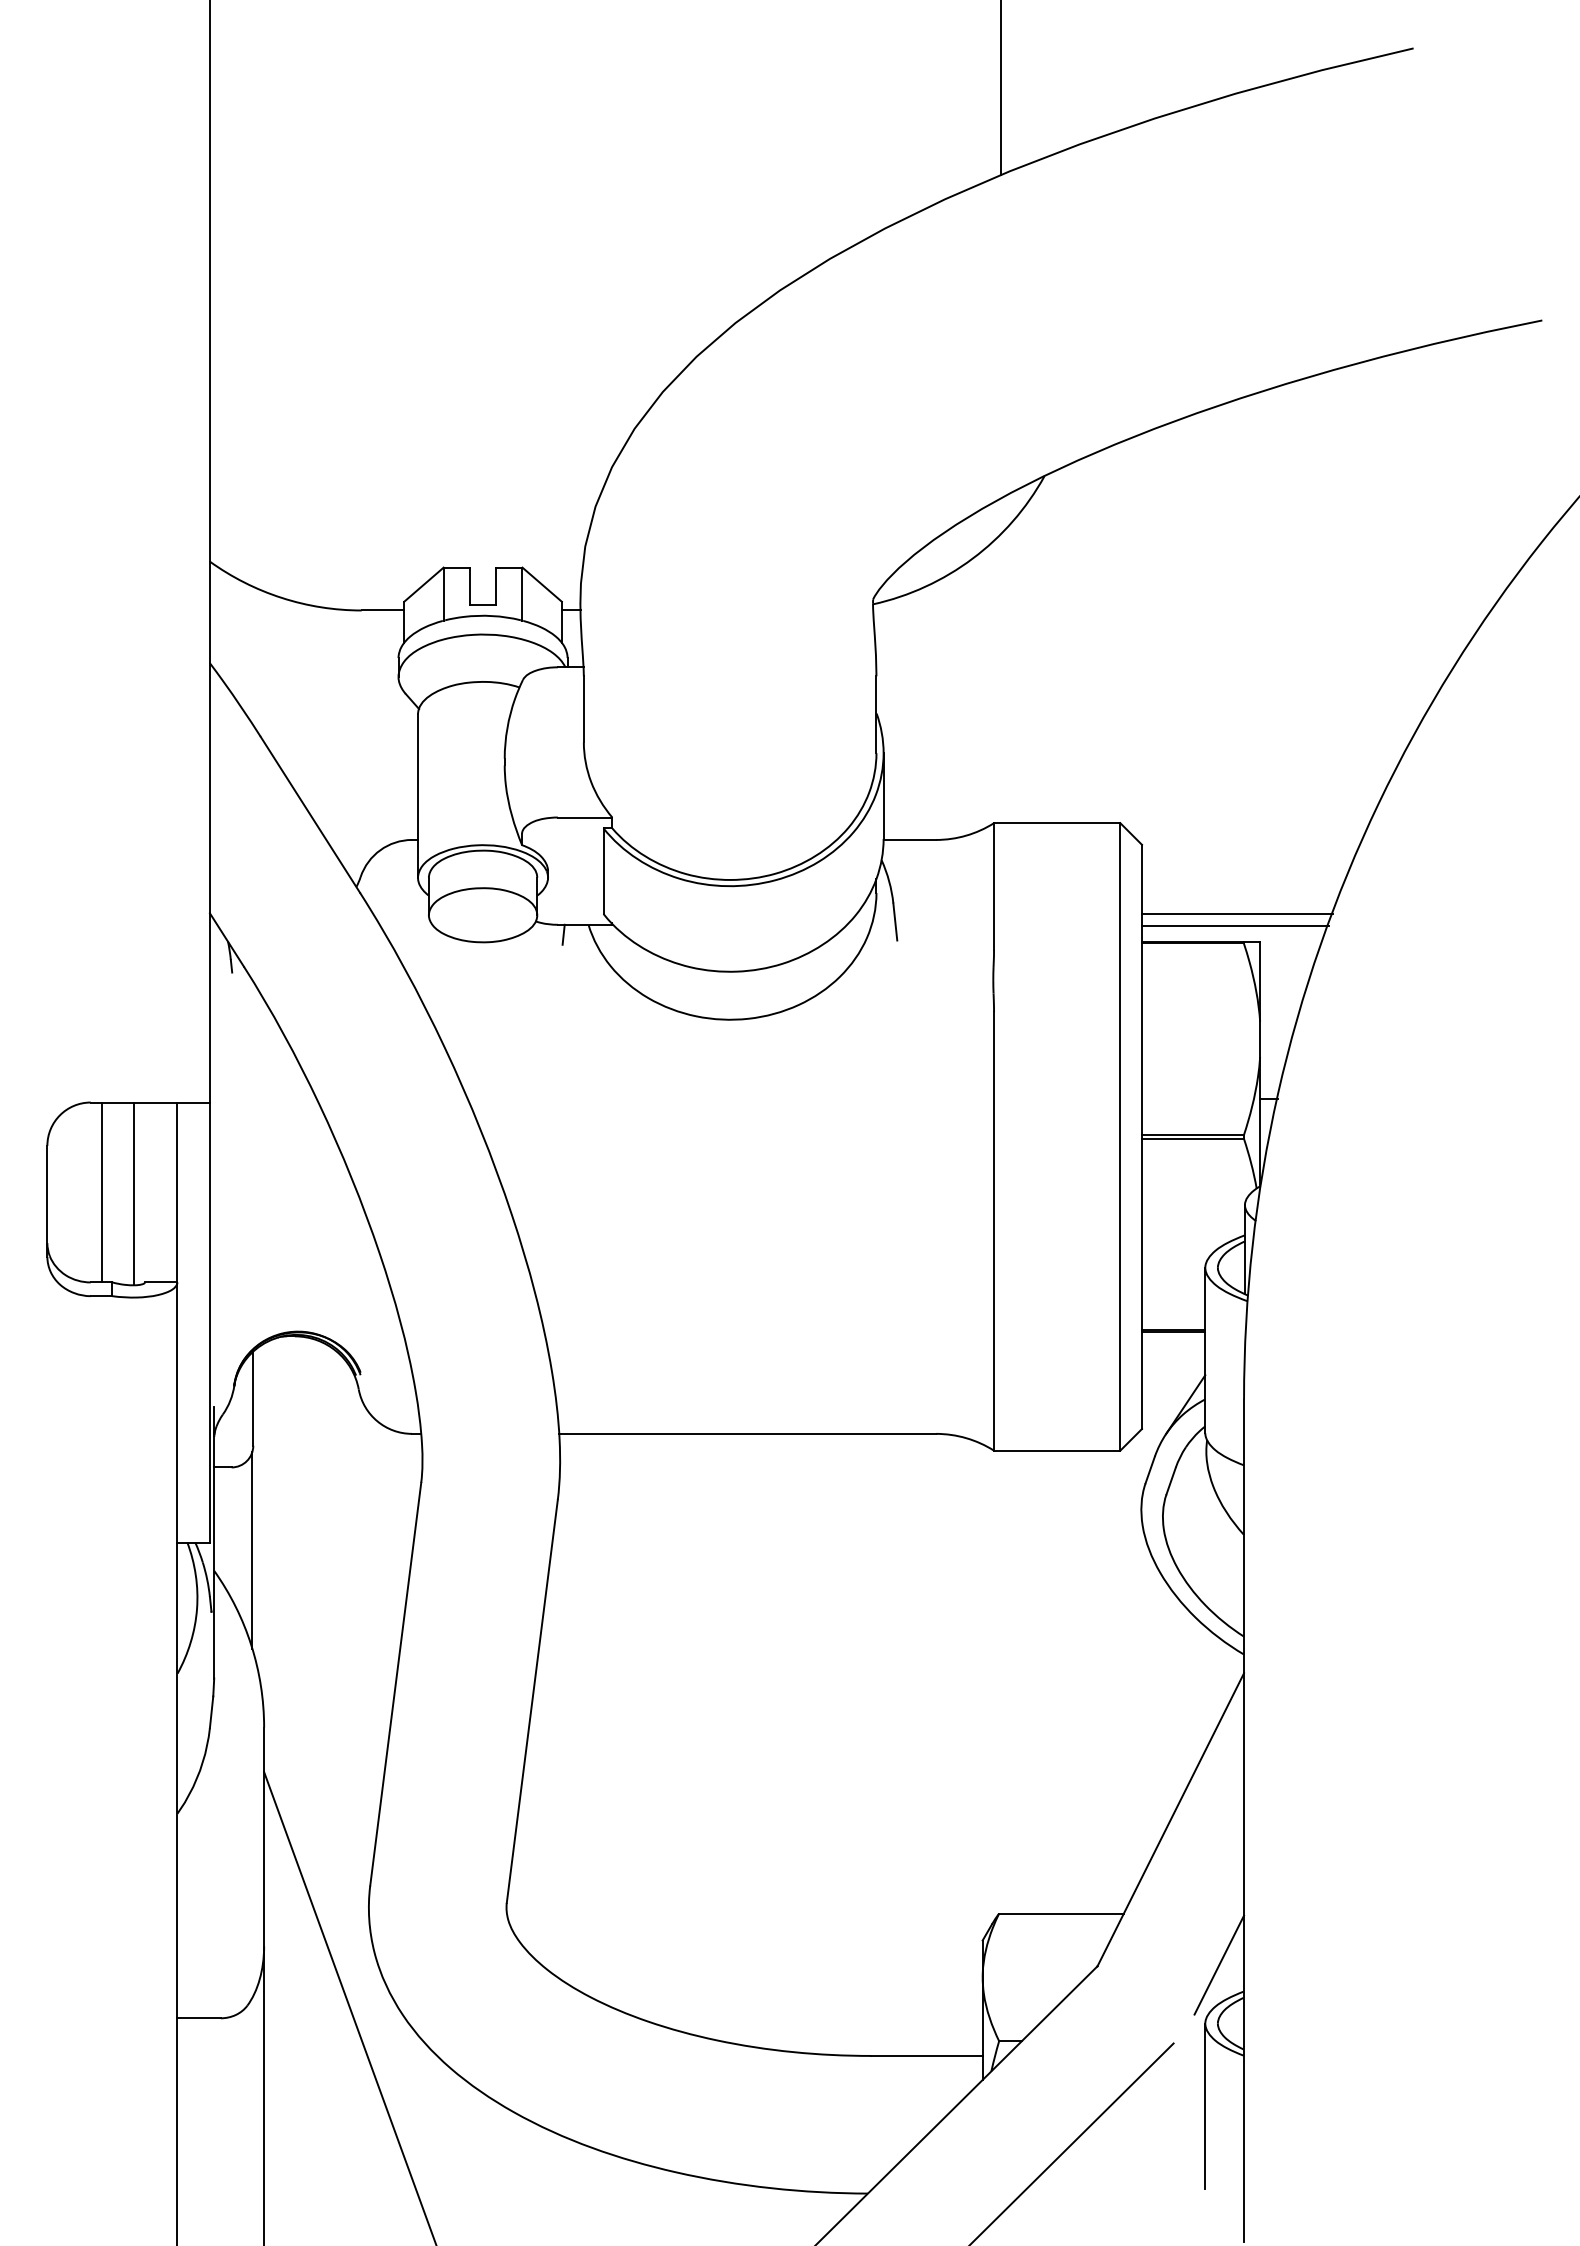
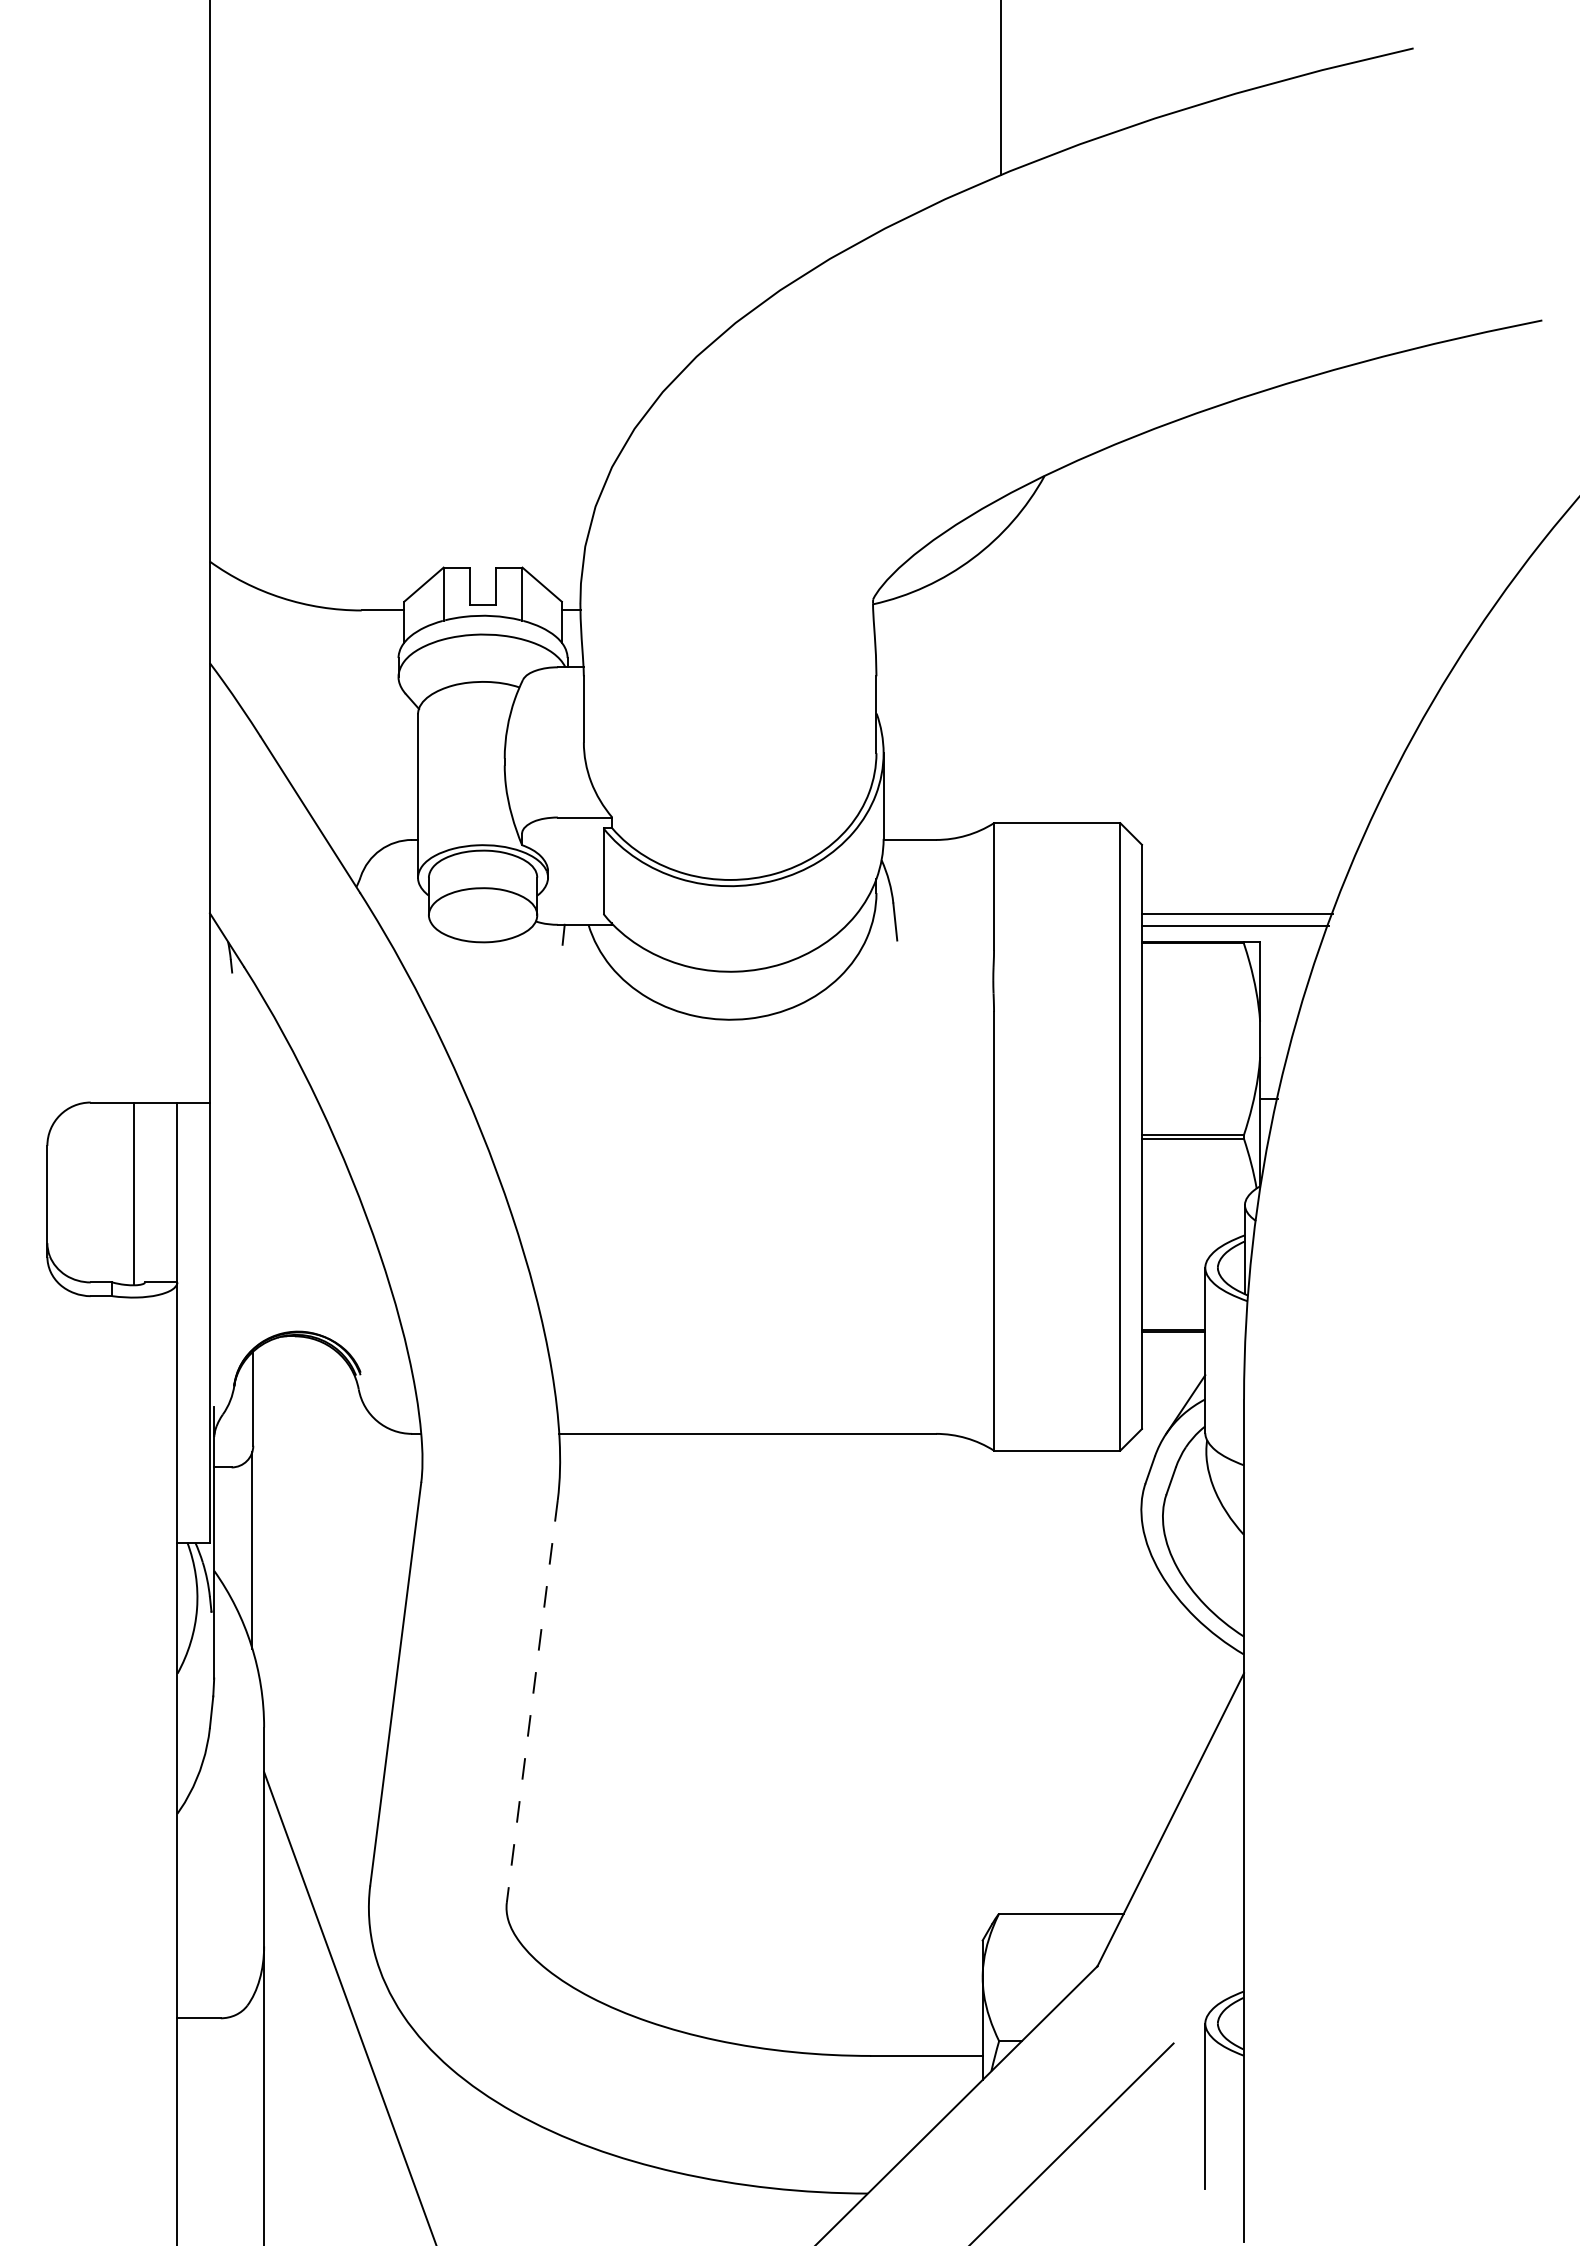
line at (101, 1192): present -> none
line at (532, 1701): solid -> dashed
line at (1219, 1964): present -> none
